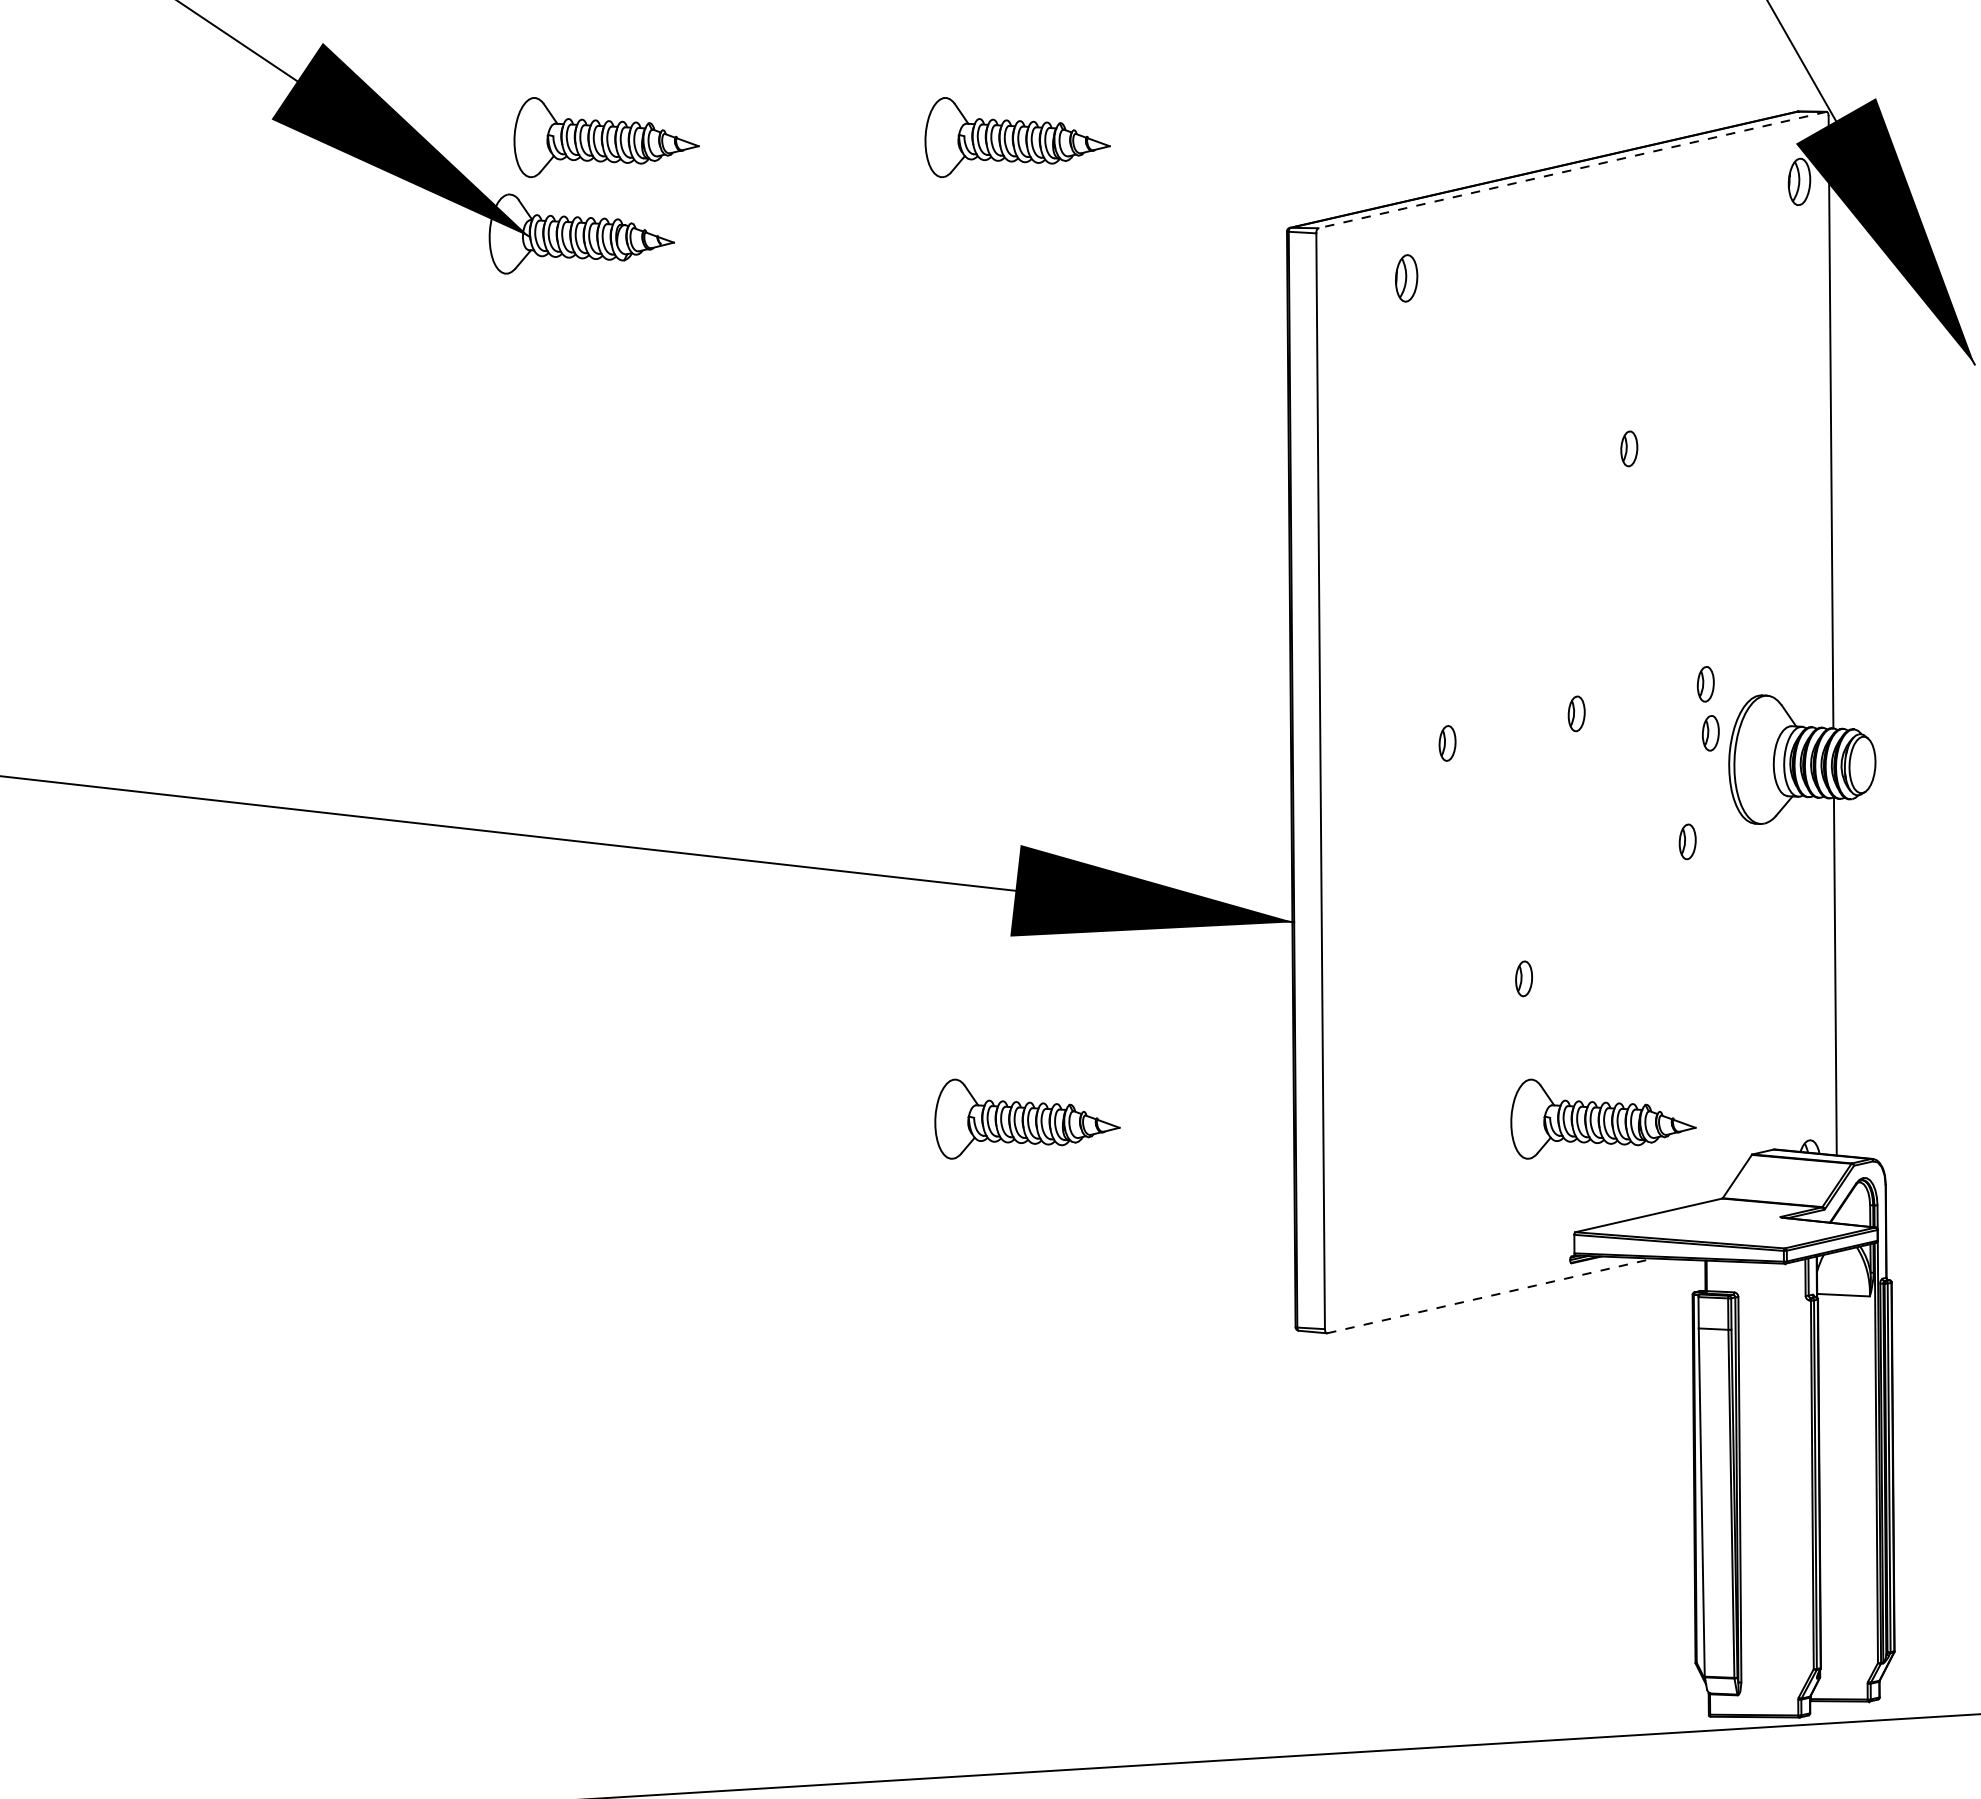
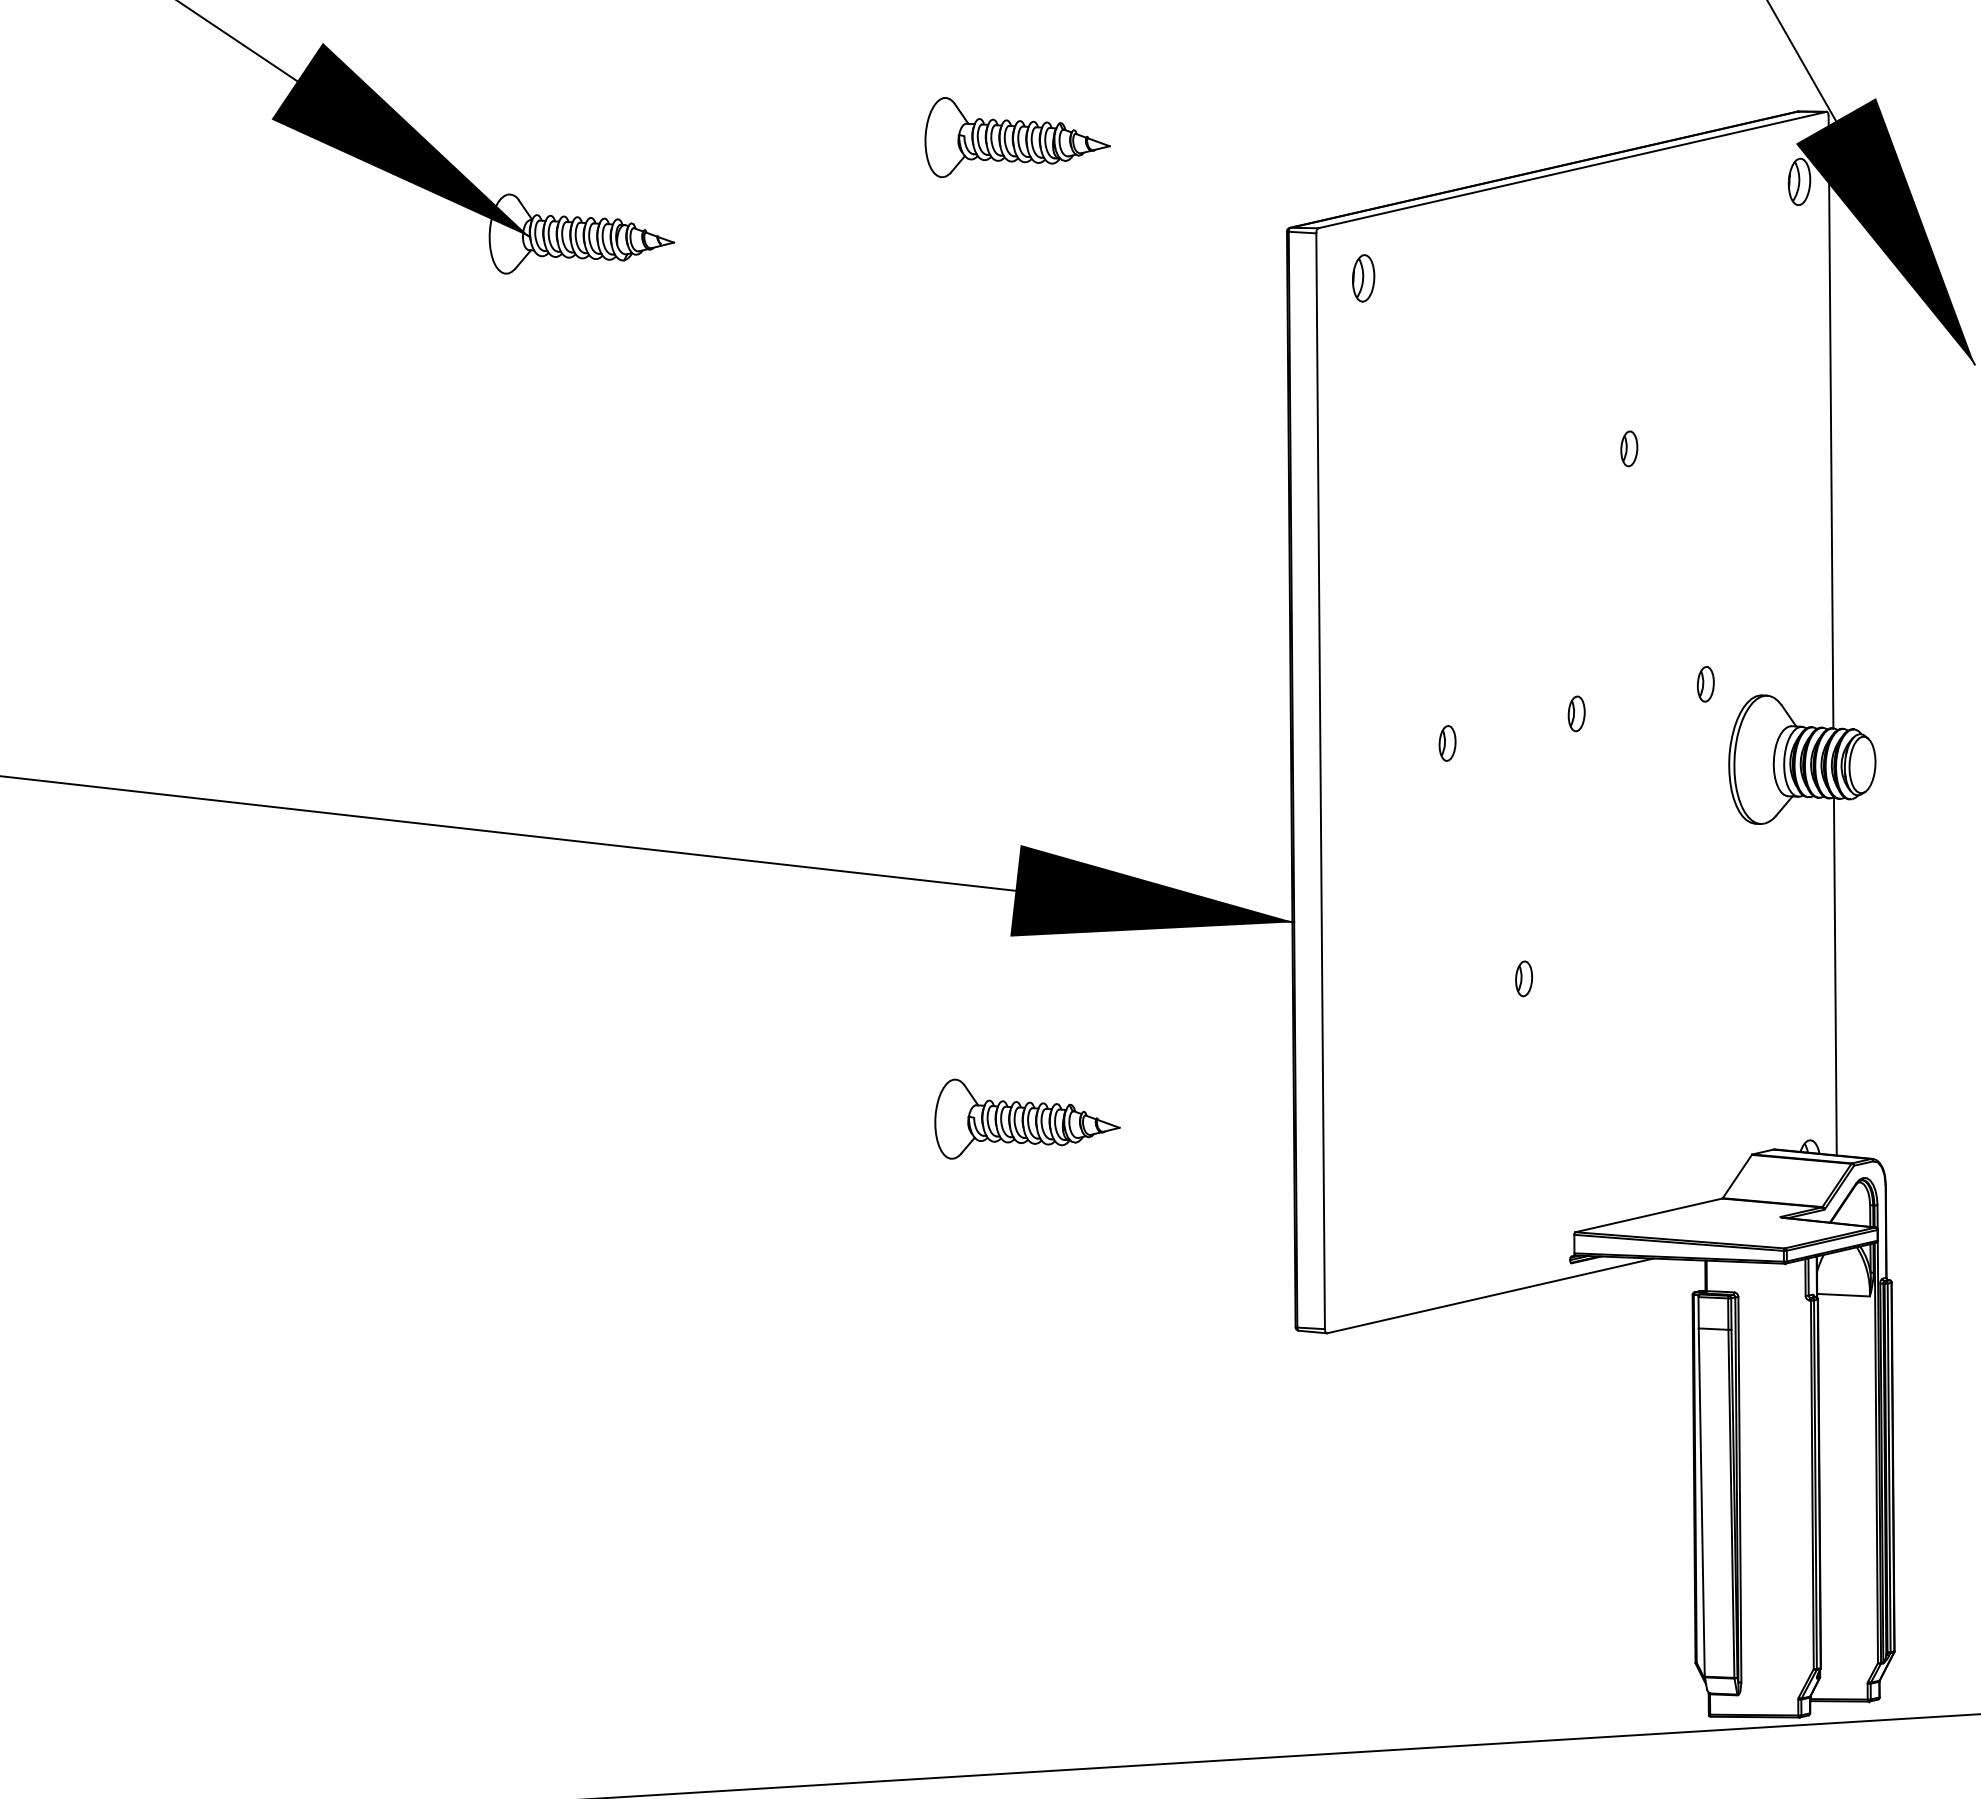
part at (606, 137): present -> none
line at (1572, 170): dashed -> solid
part at (1406, 278) position: (1406, 278) -> (1363, 278)
part at (1710, 733): present -> none
part at (1687, 841): present -> none
part at (1603, 1118): present -> none
line at (1490, 1295): dashed -> solid
